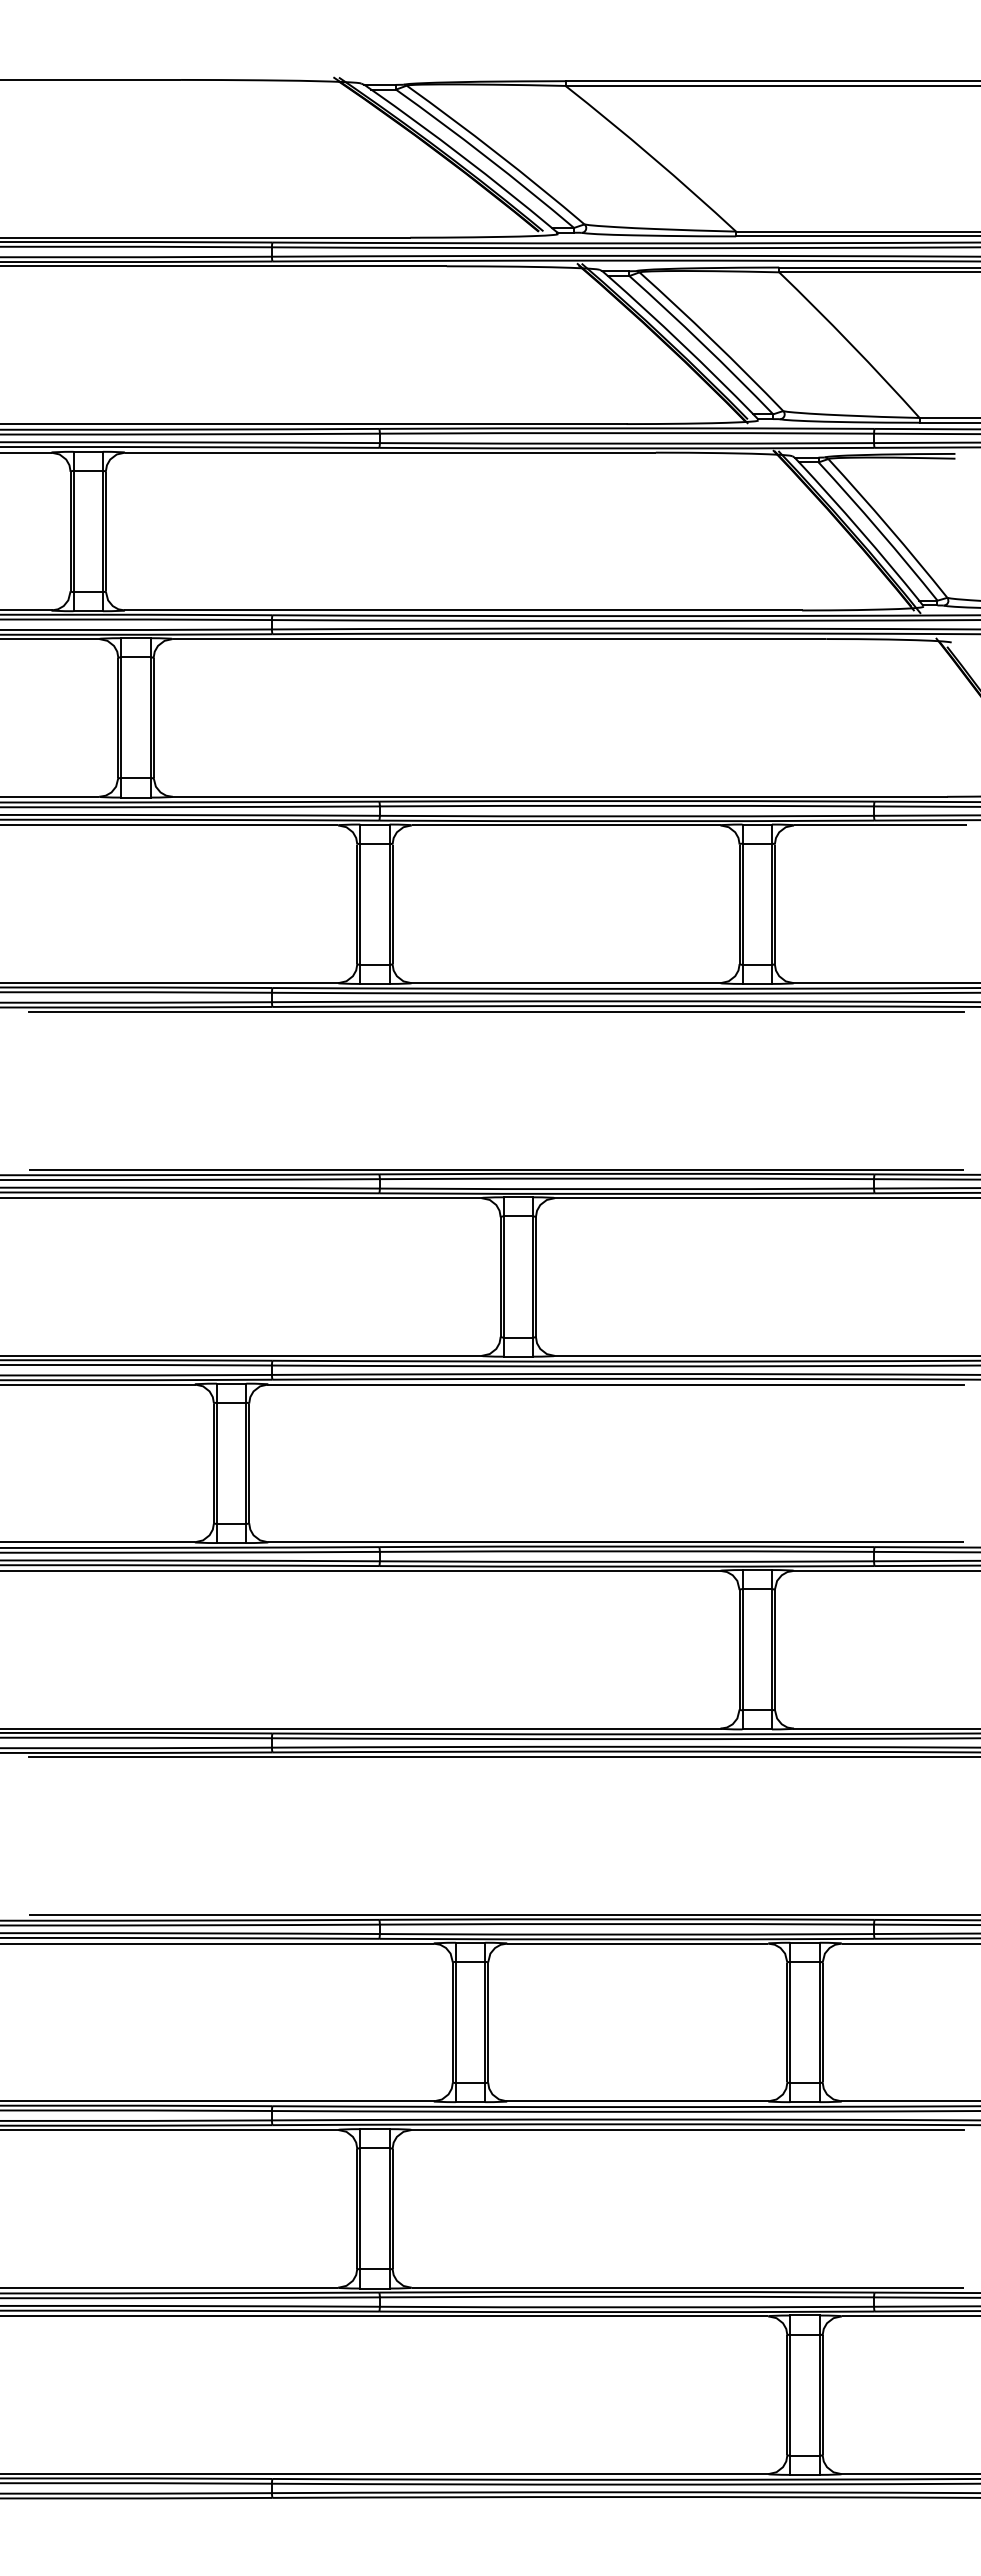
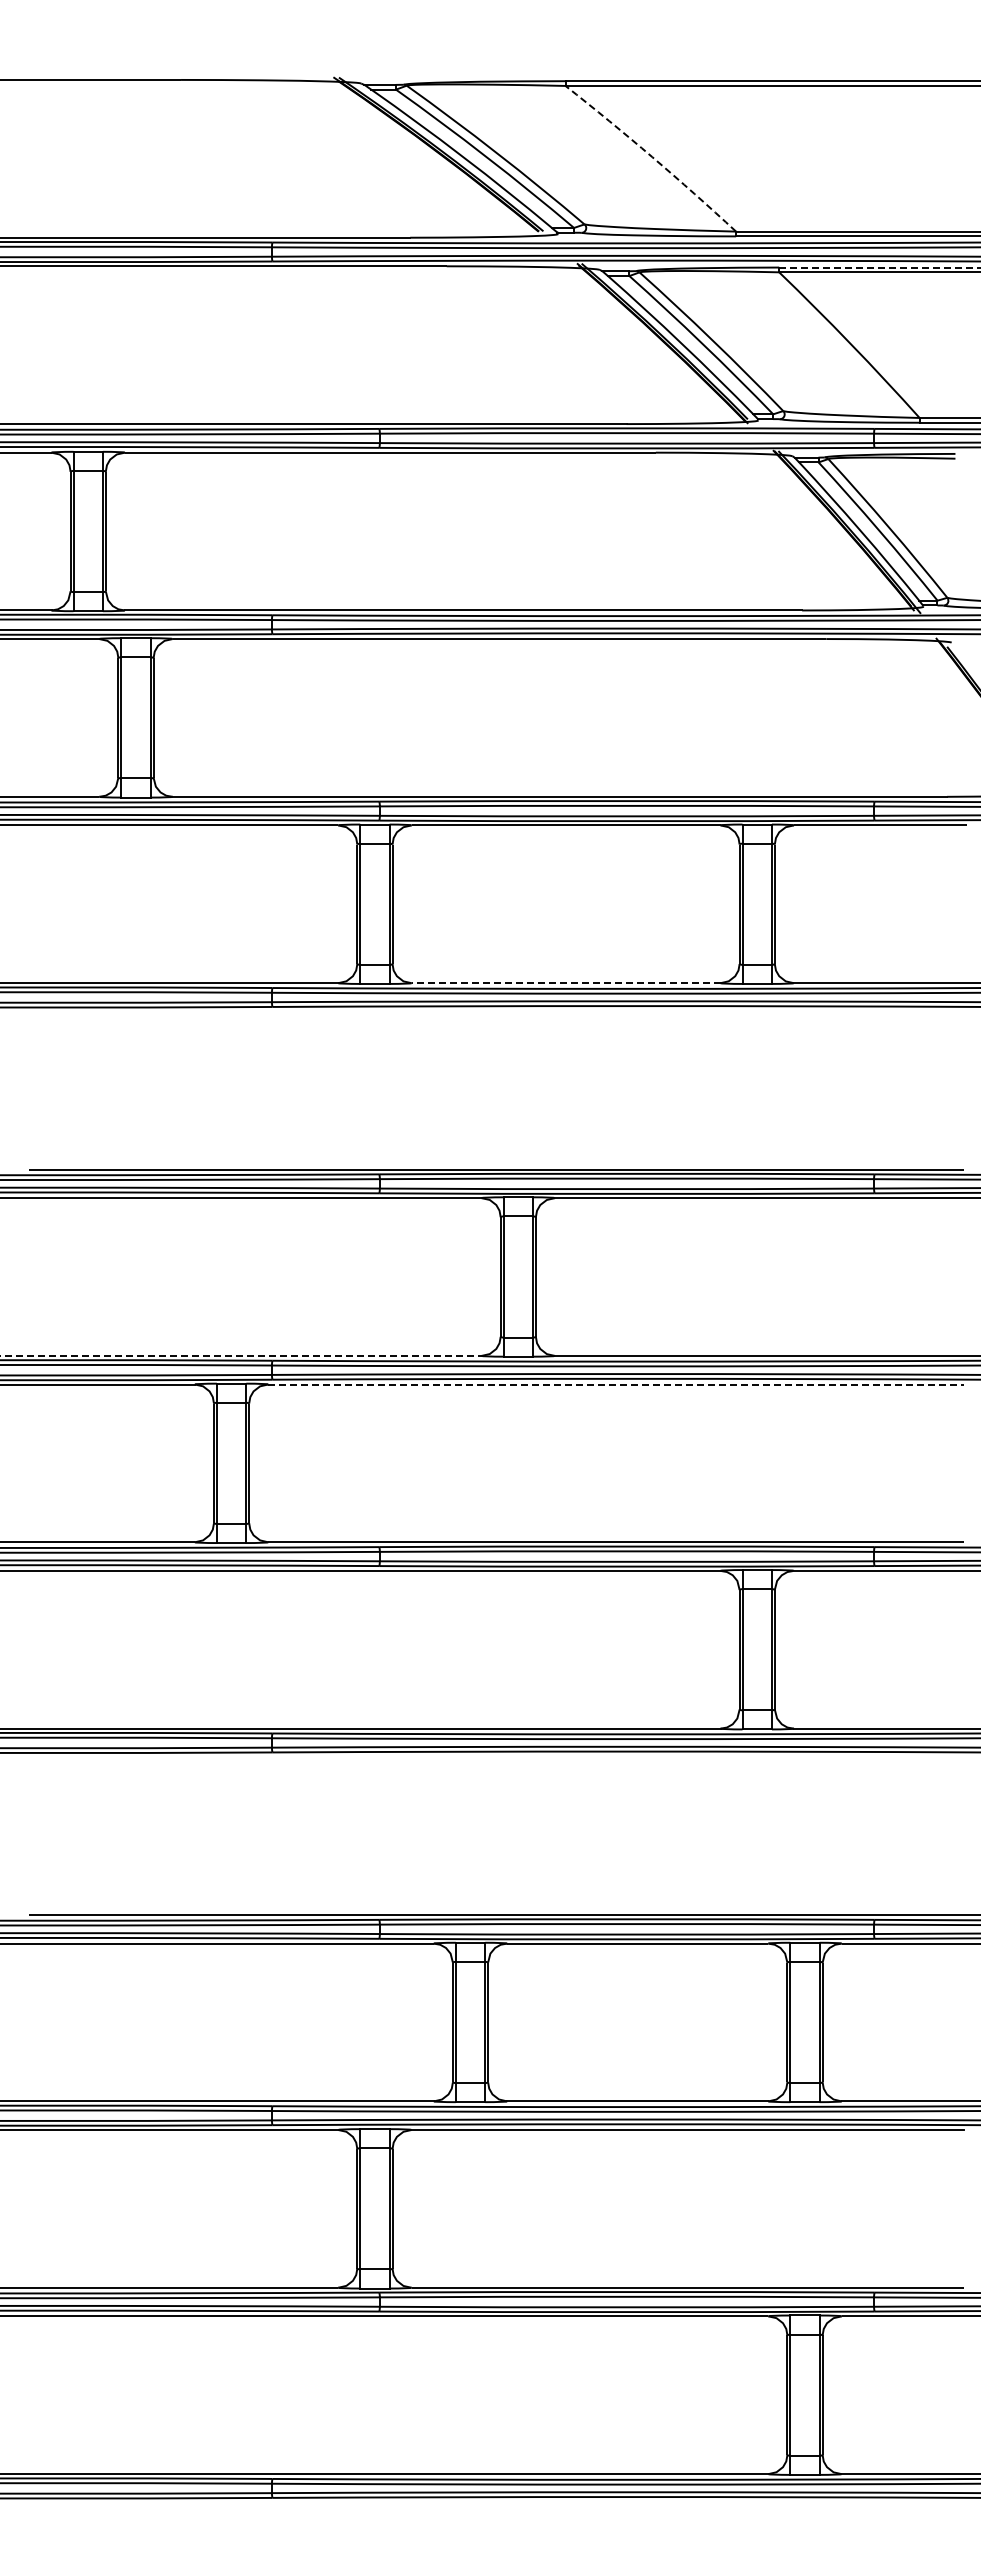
arc at (652, 157): solid -> dashed
line at (880, 267): solid -> dashed
line at (565, 983): solid -> dashed
line at (496, 1011): present -> none
line at (241, 1355): solid -> dashed
line at (616, 1384): solid -> dashed
line at (503, 1757): present -> none
